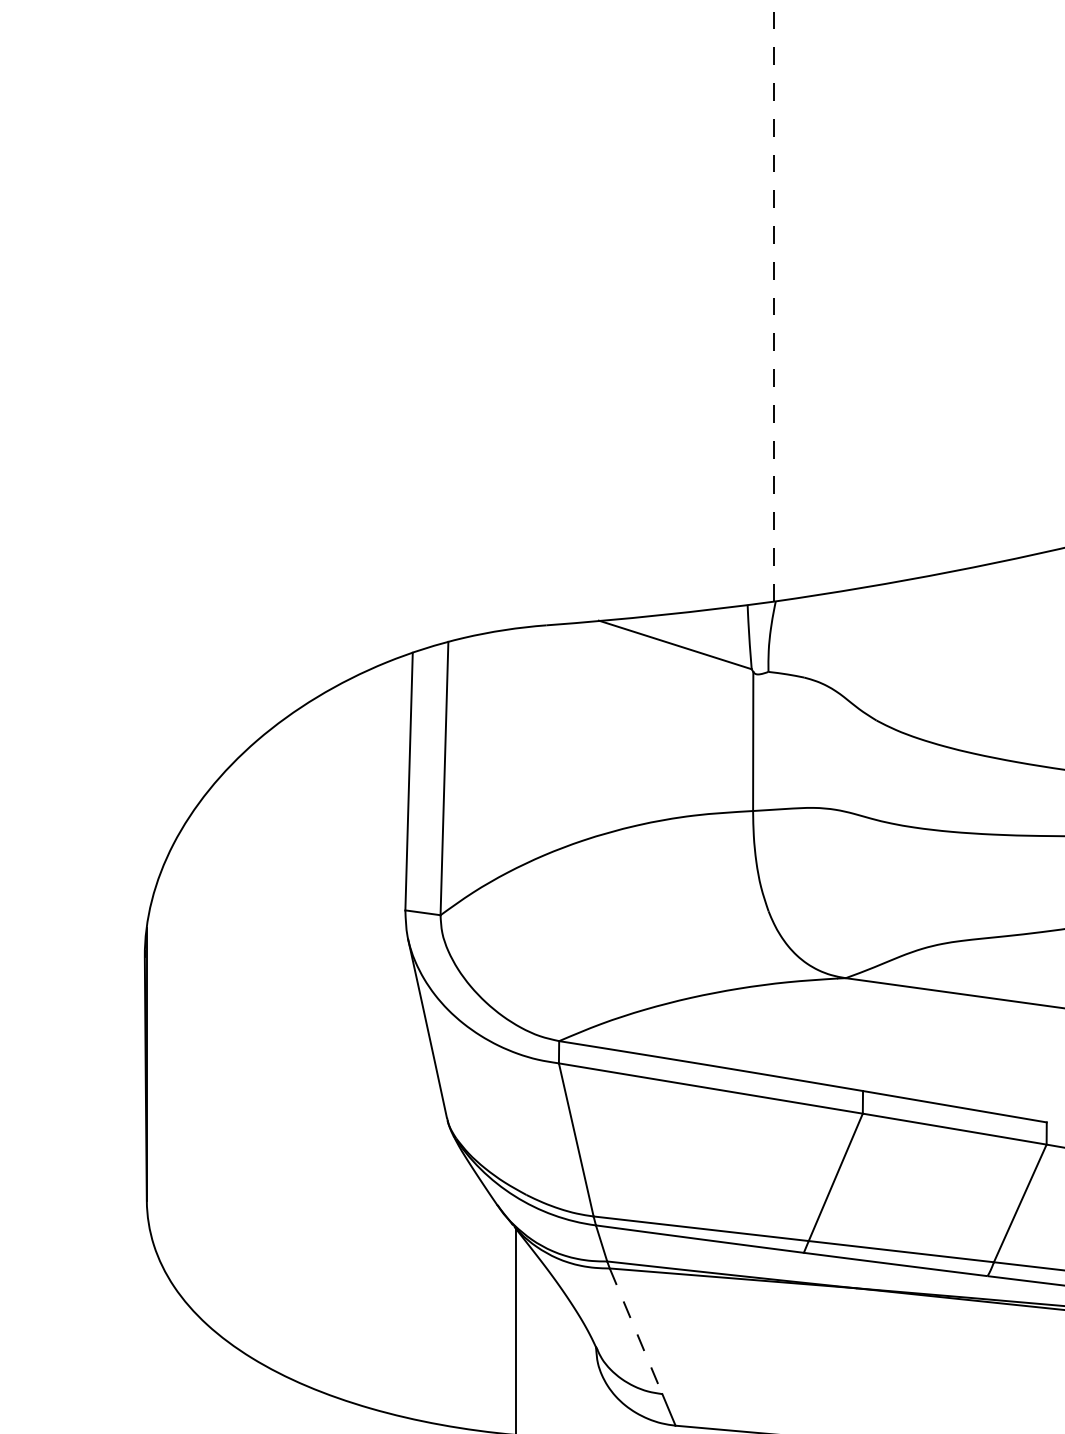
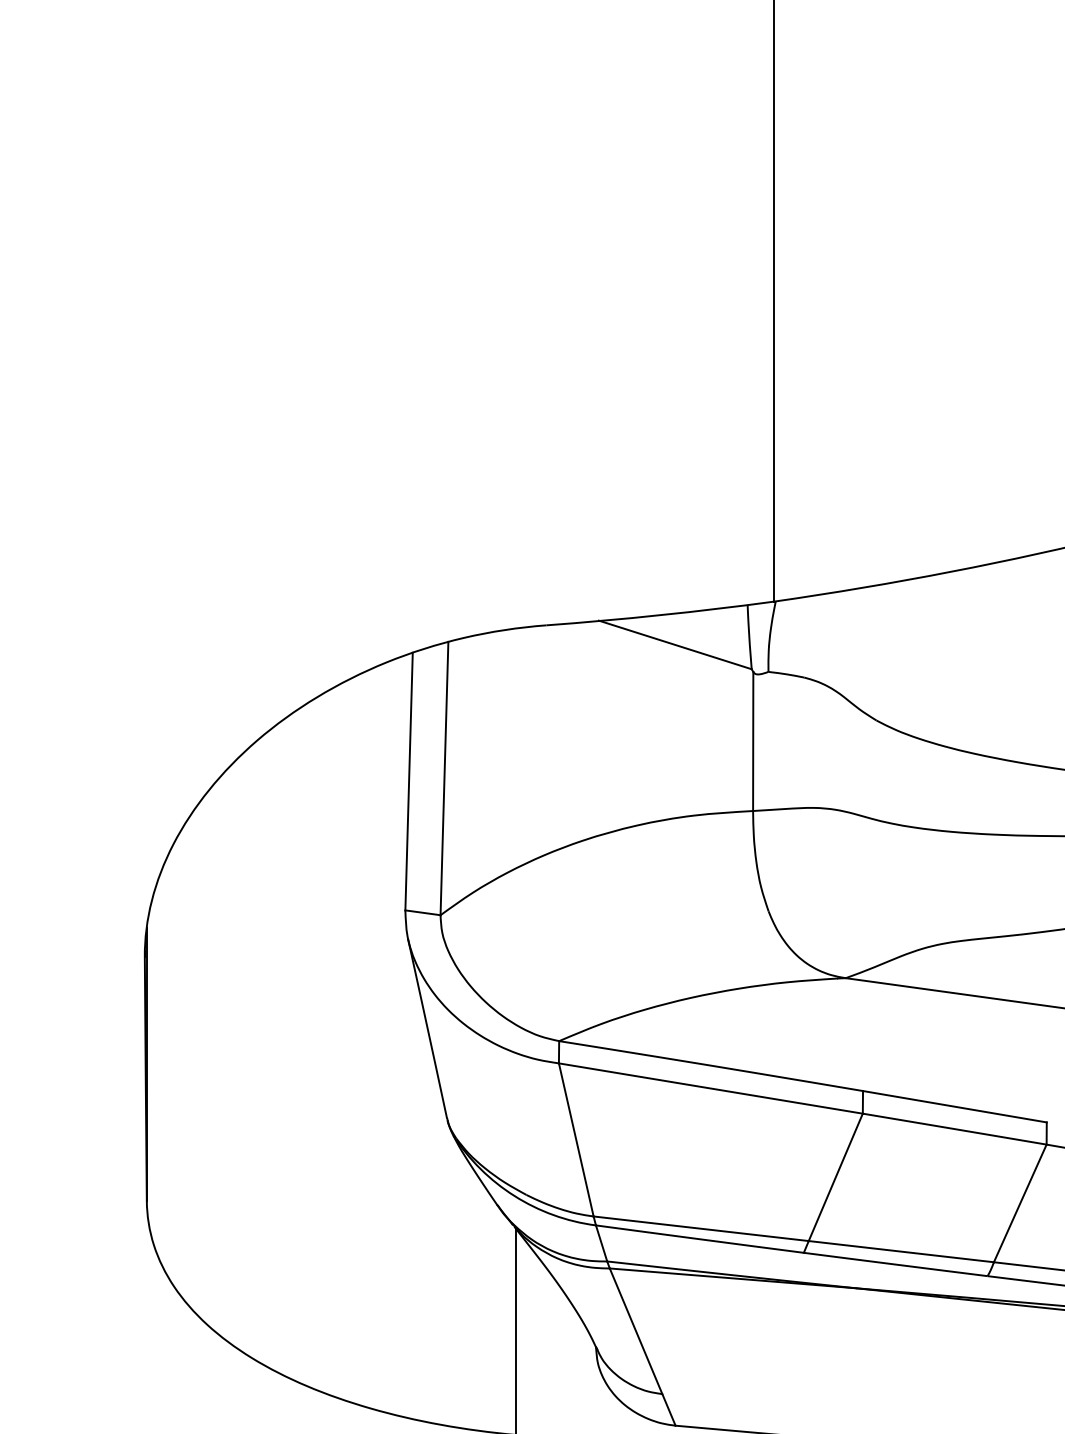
line at (774, 300): dashed -> solid
line at (636, 1331): dashed -> solid
